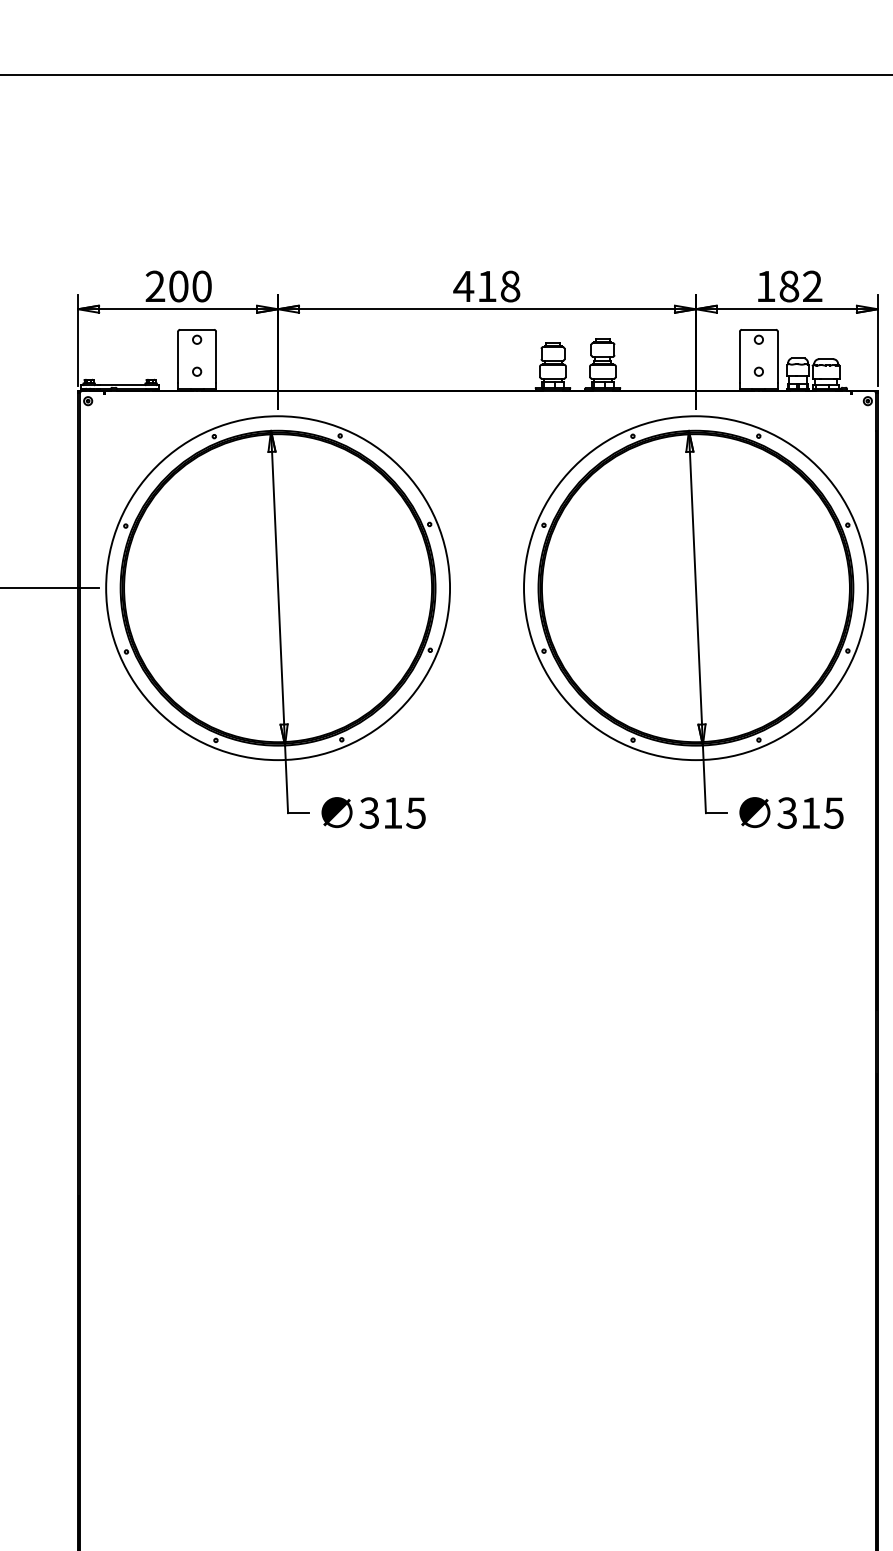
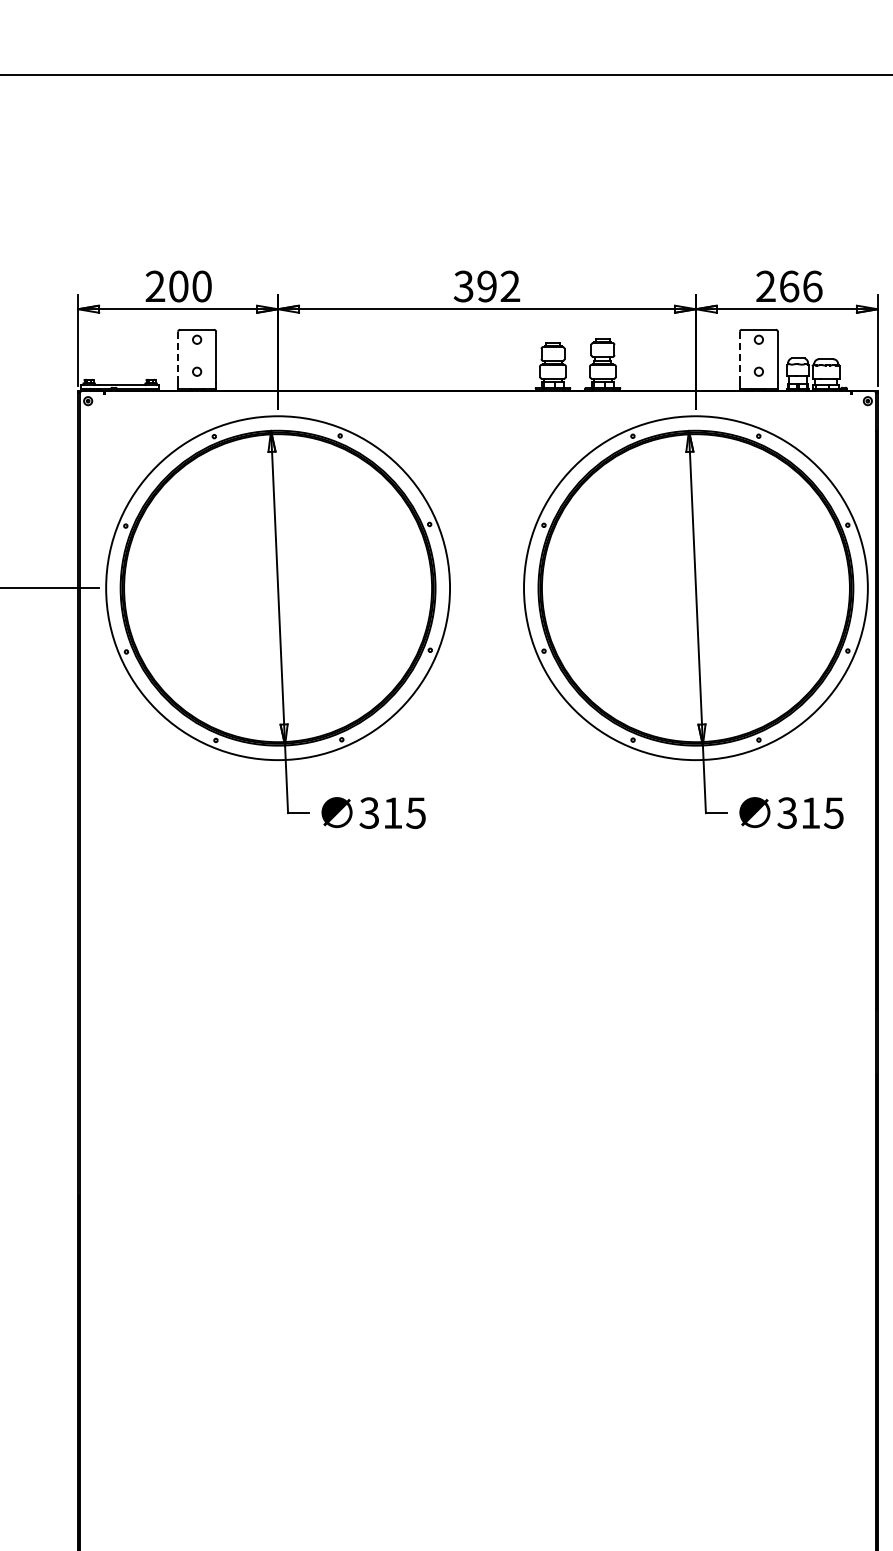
text at (486, 286): 418 -> 392
text at (789, 286): 182 -> 266
line at (178, 356): solid -> dashed
line at (739, 356): solid -> dashed
